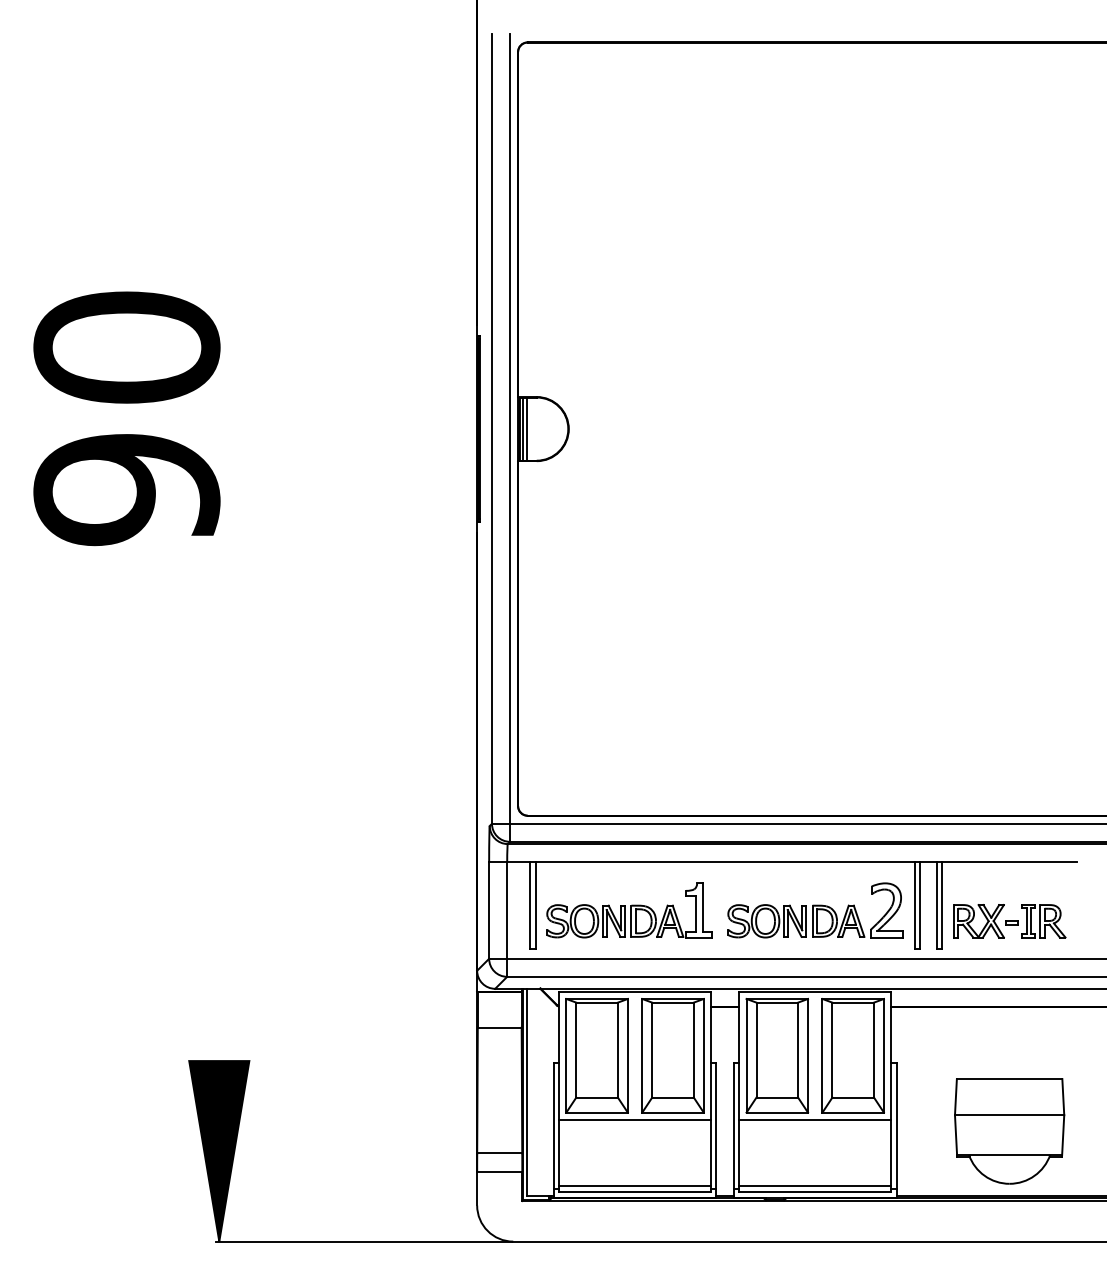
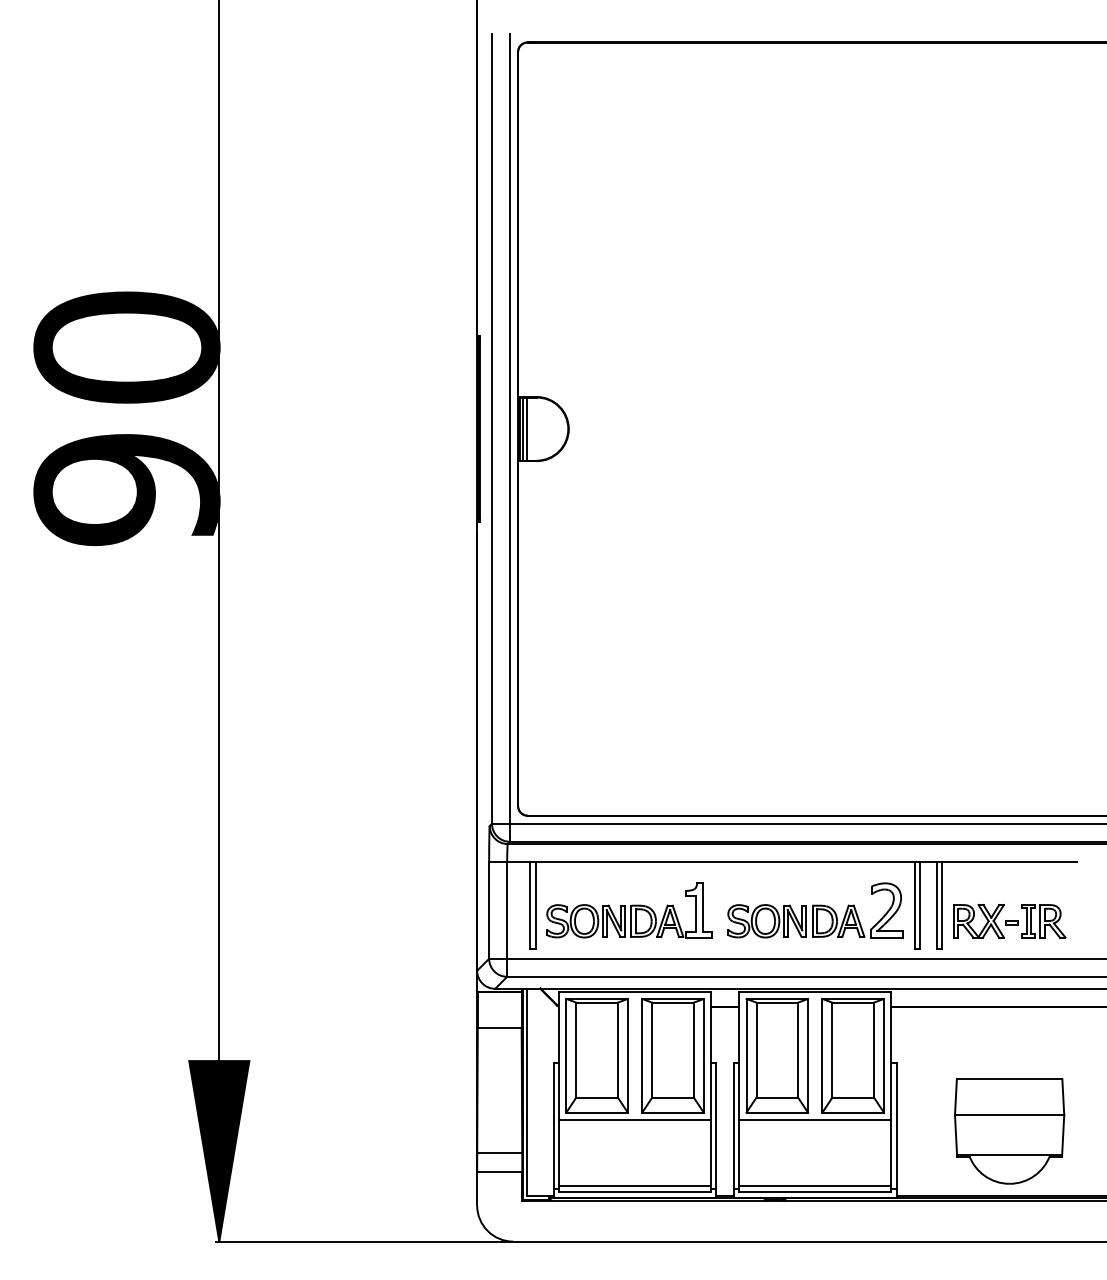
line at (219, 531): none -> present
